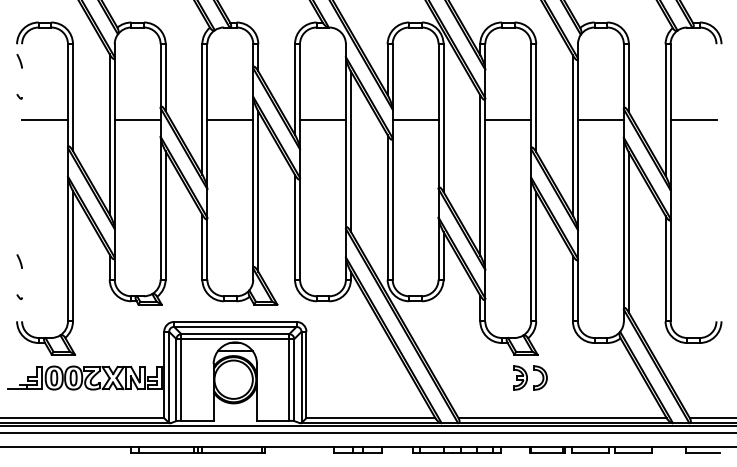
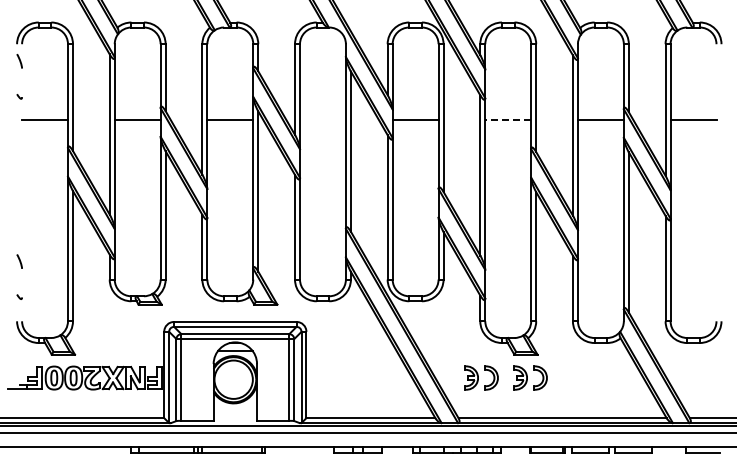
line at (322, 120): present -> none
line at (508, 120): solid -> dashed
part at (481, 377): none -> present
